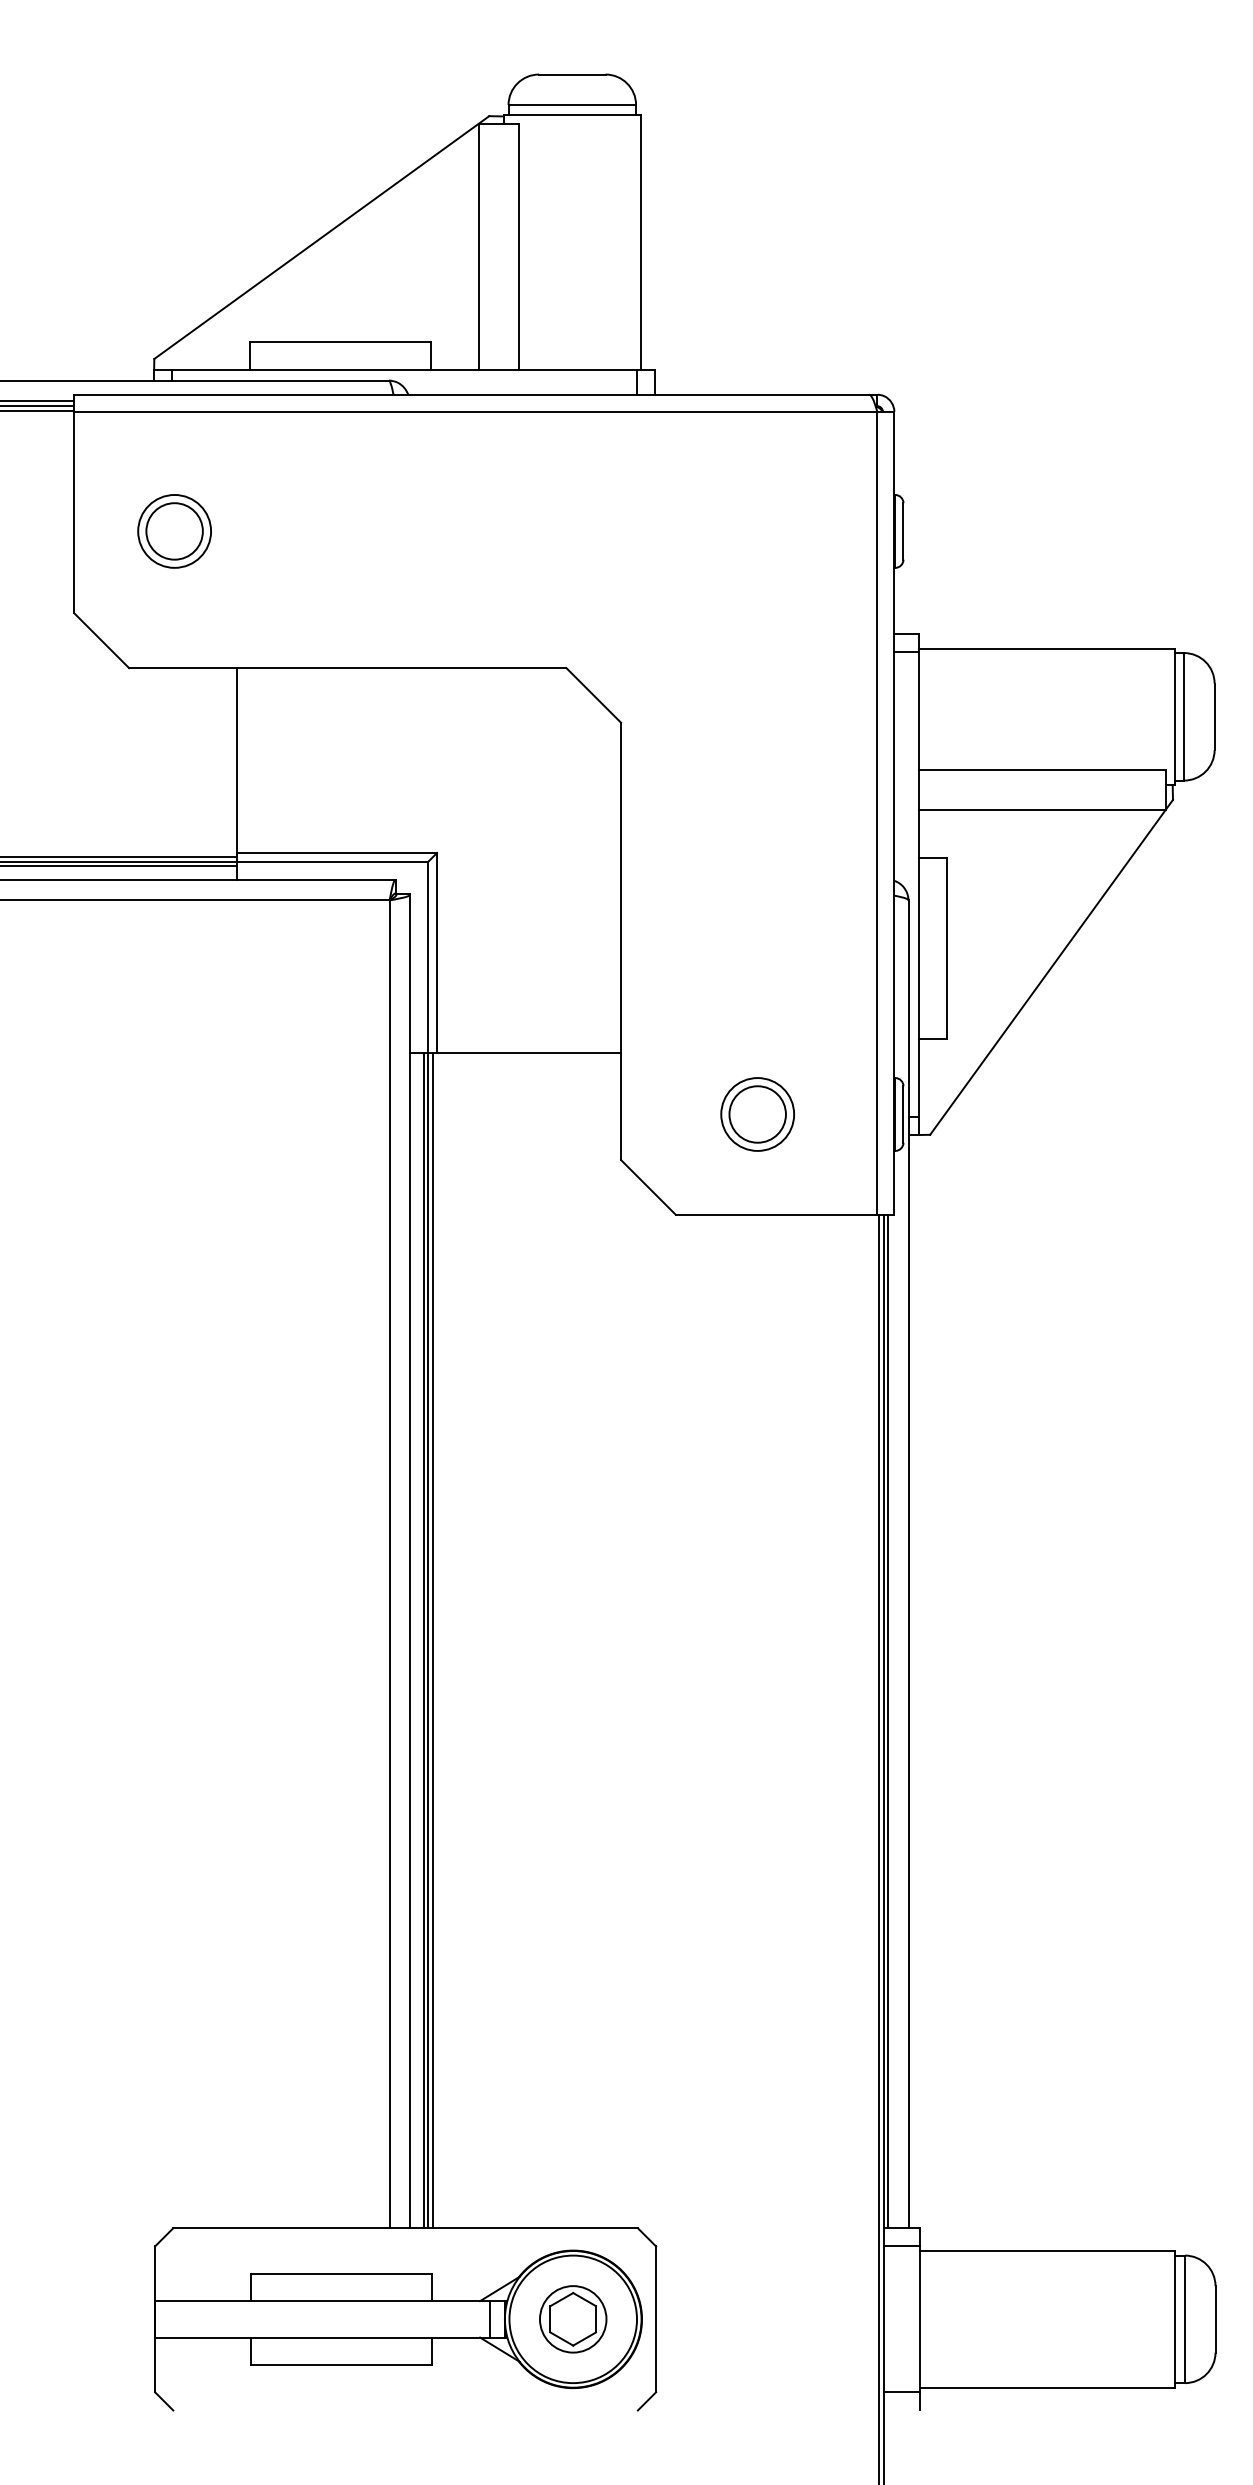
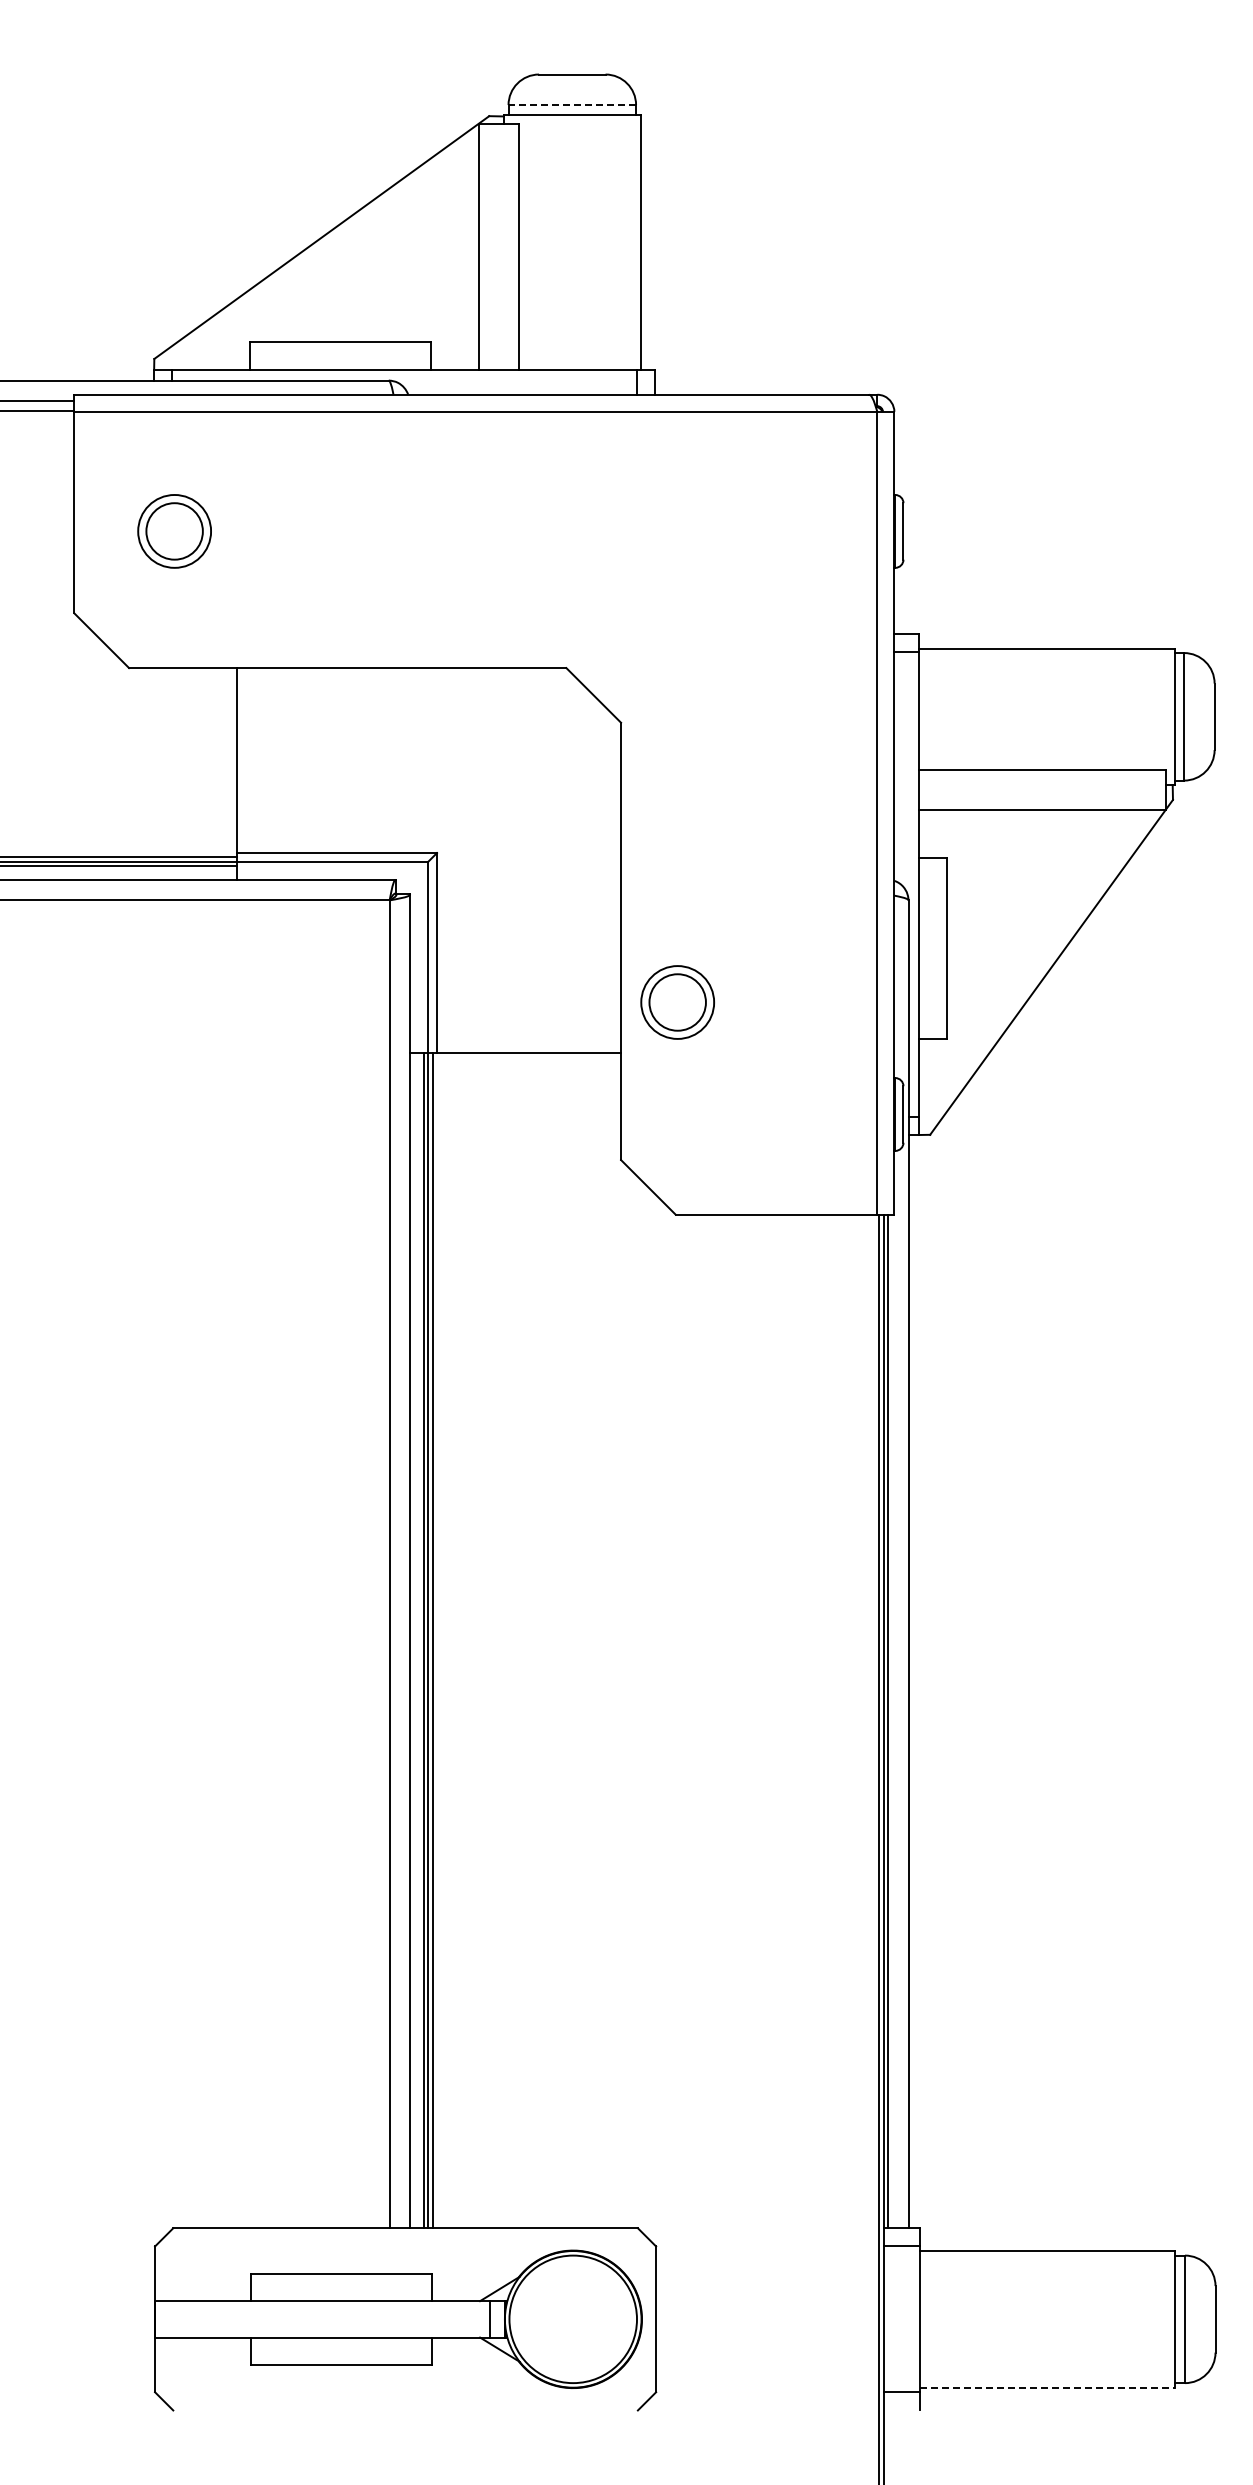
line at (572, 105): solid -> dashed
line at (38, 406): present -> none
part at (757, 1114) position: (757, 1114) -> (677, 1002)
part at (573, 2319): present -> none
line at (1047, 2387): solid -> dashed
